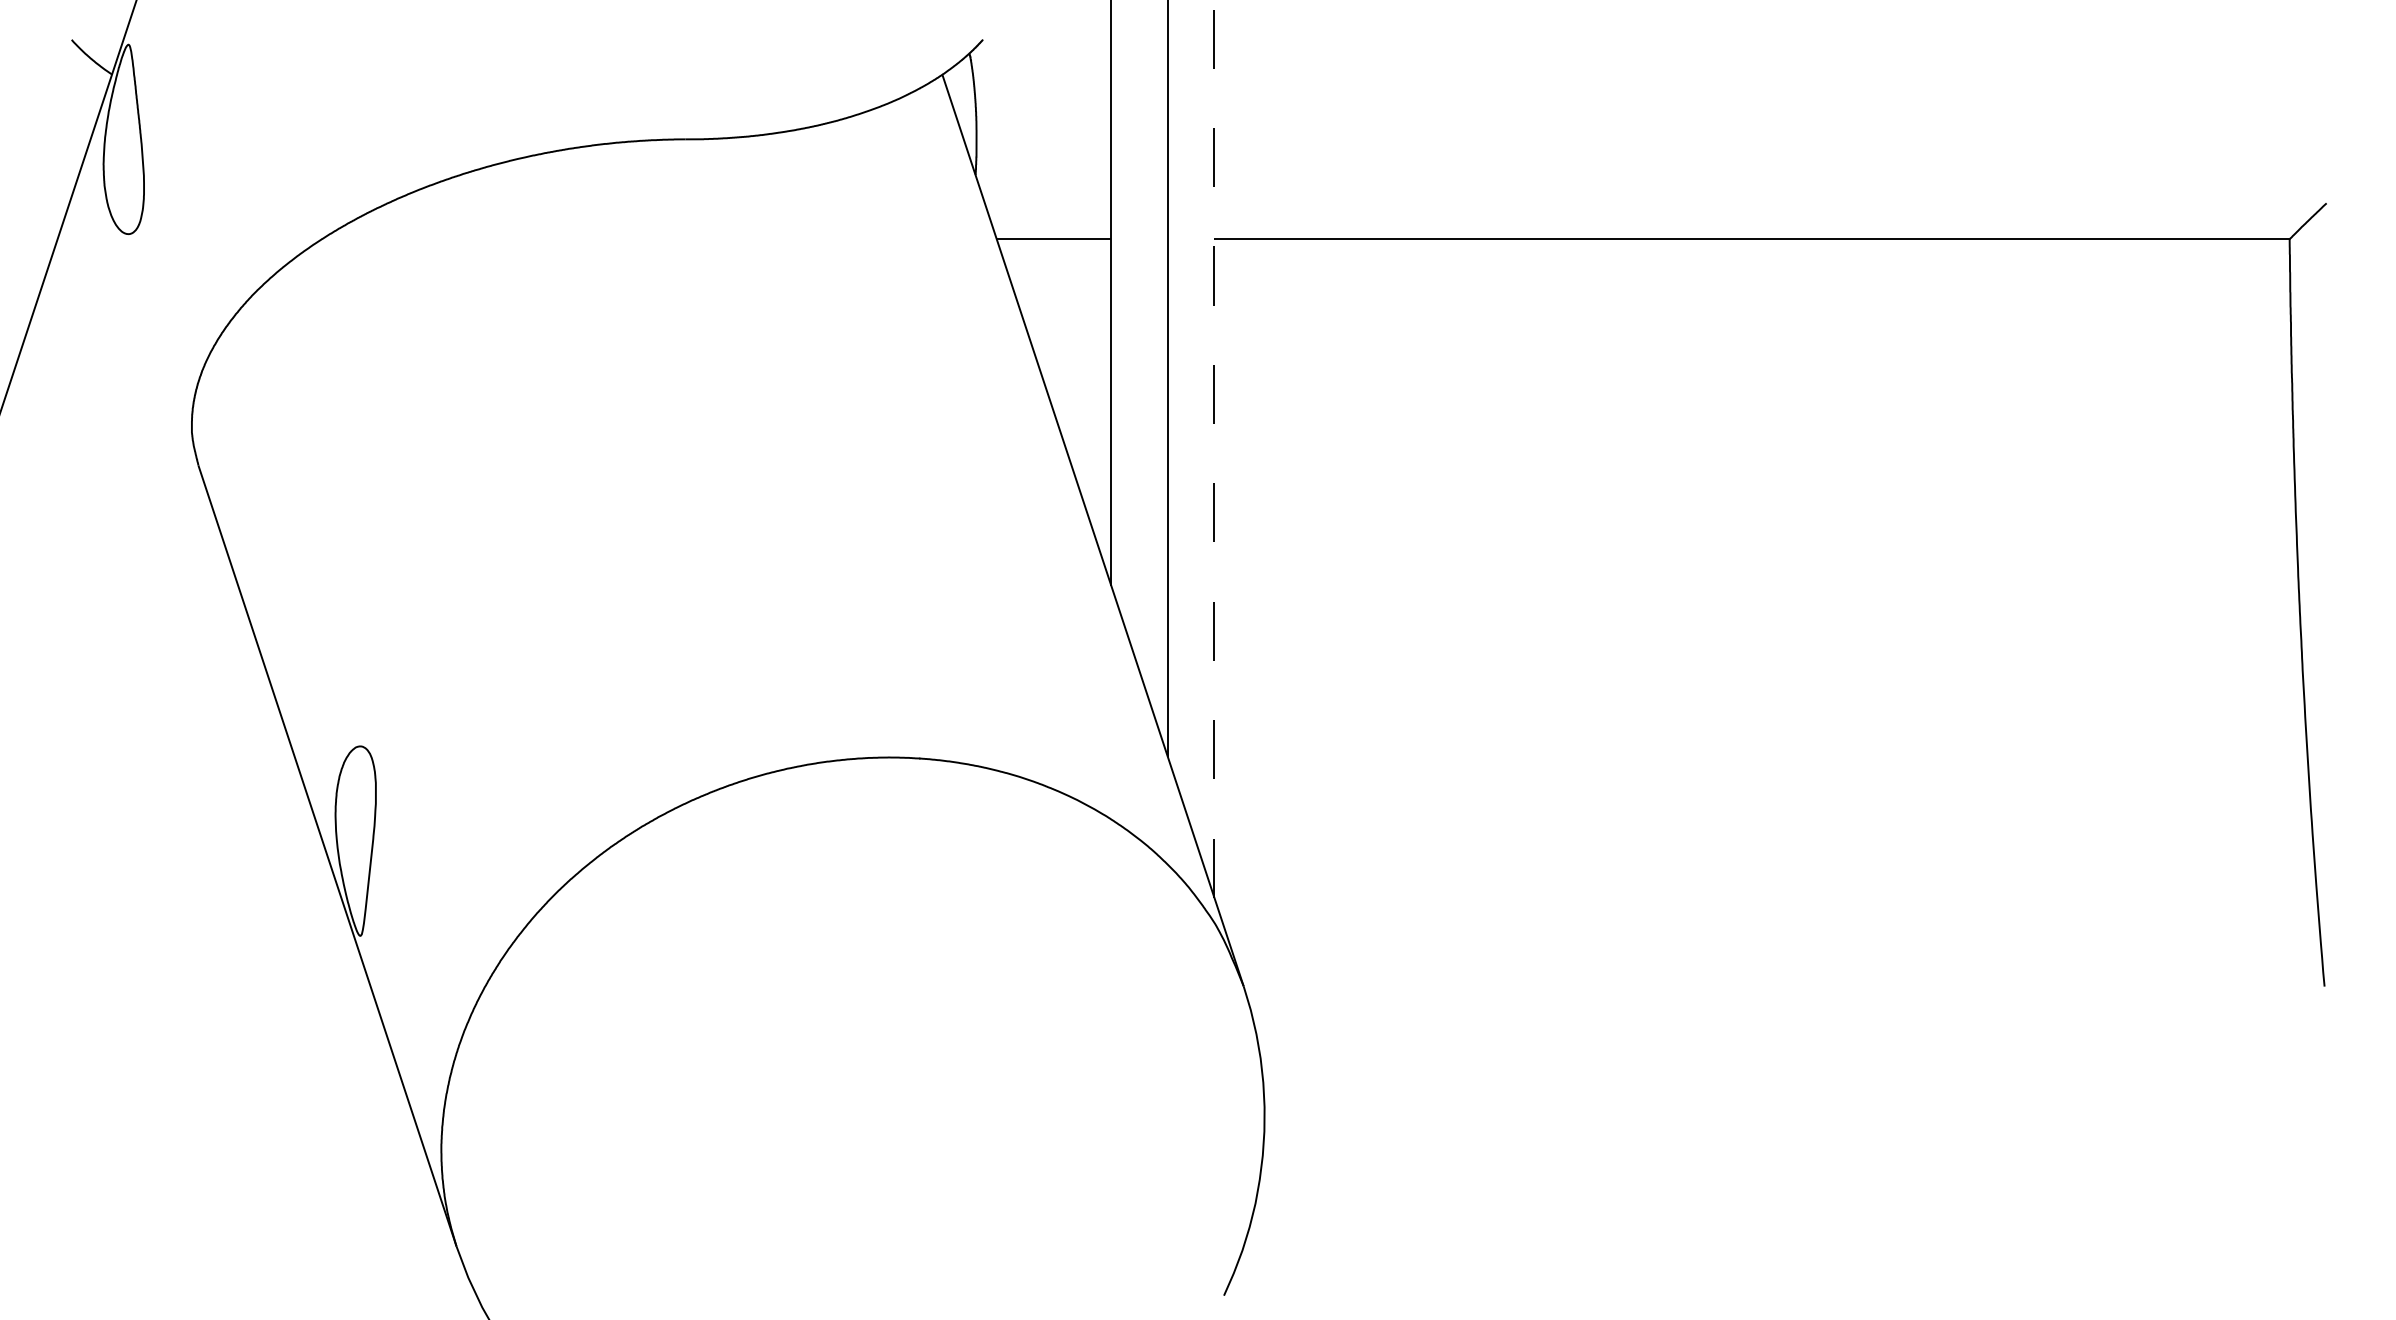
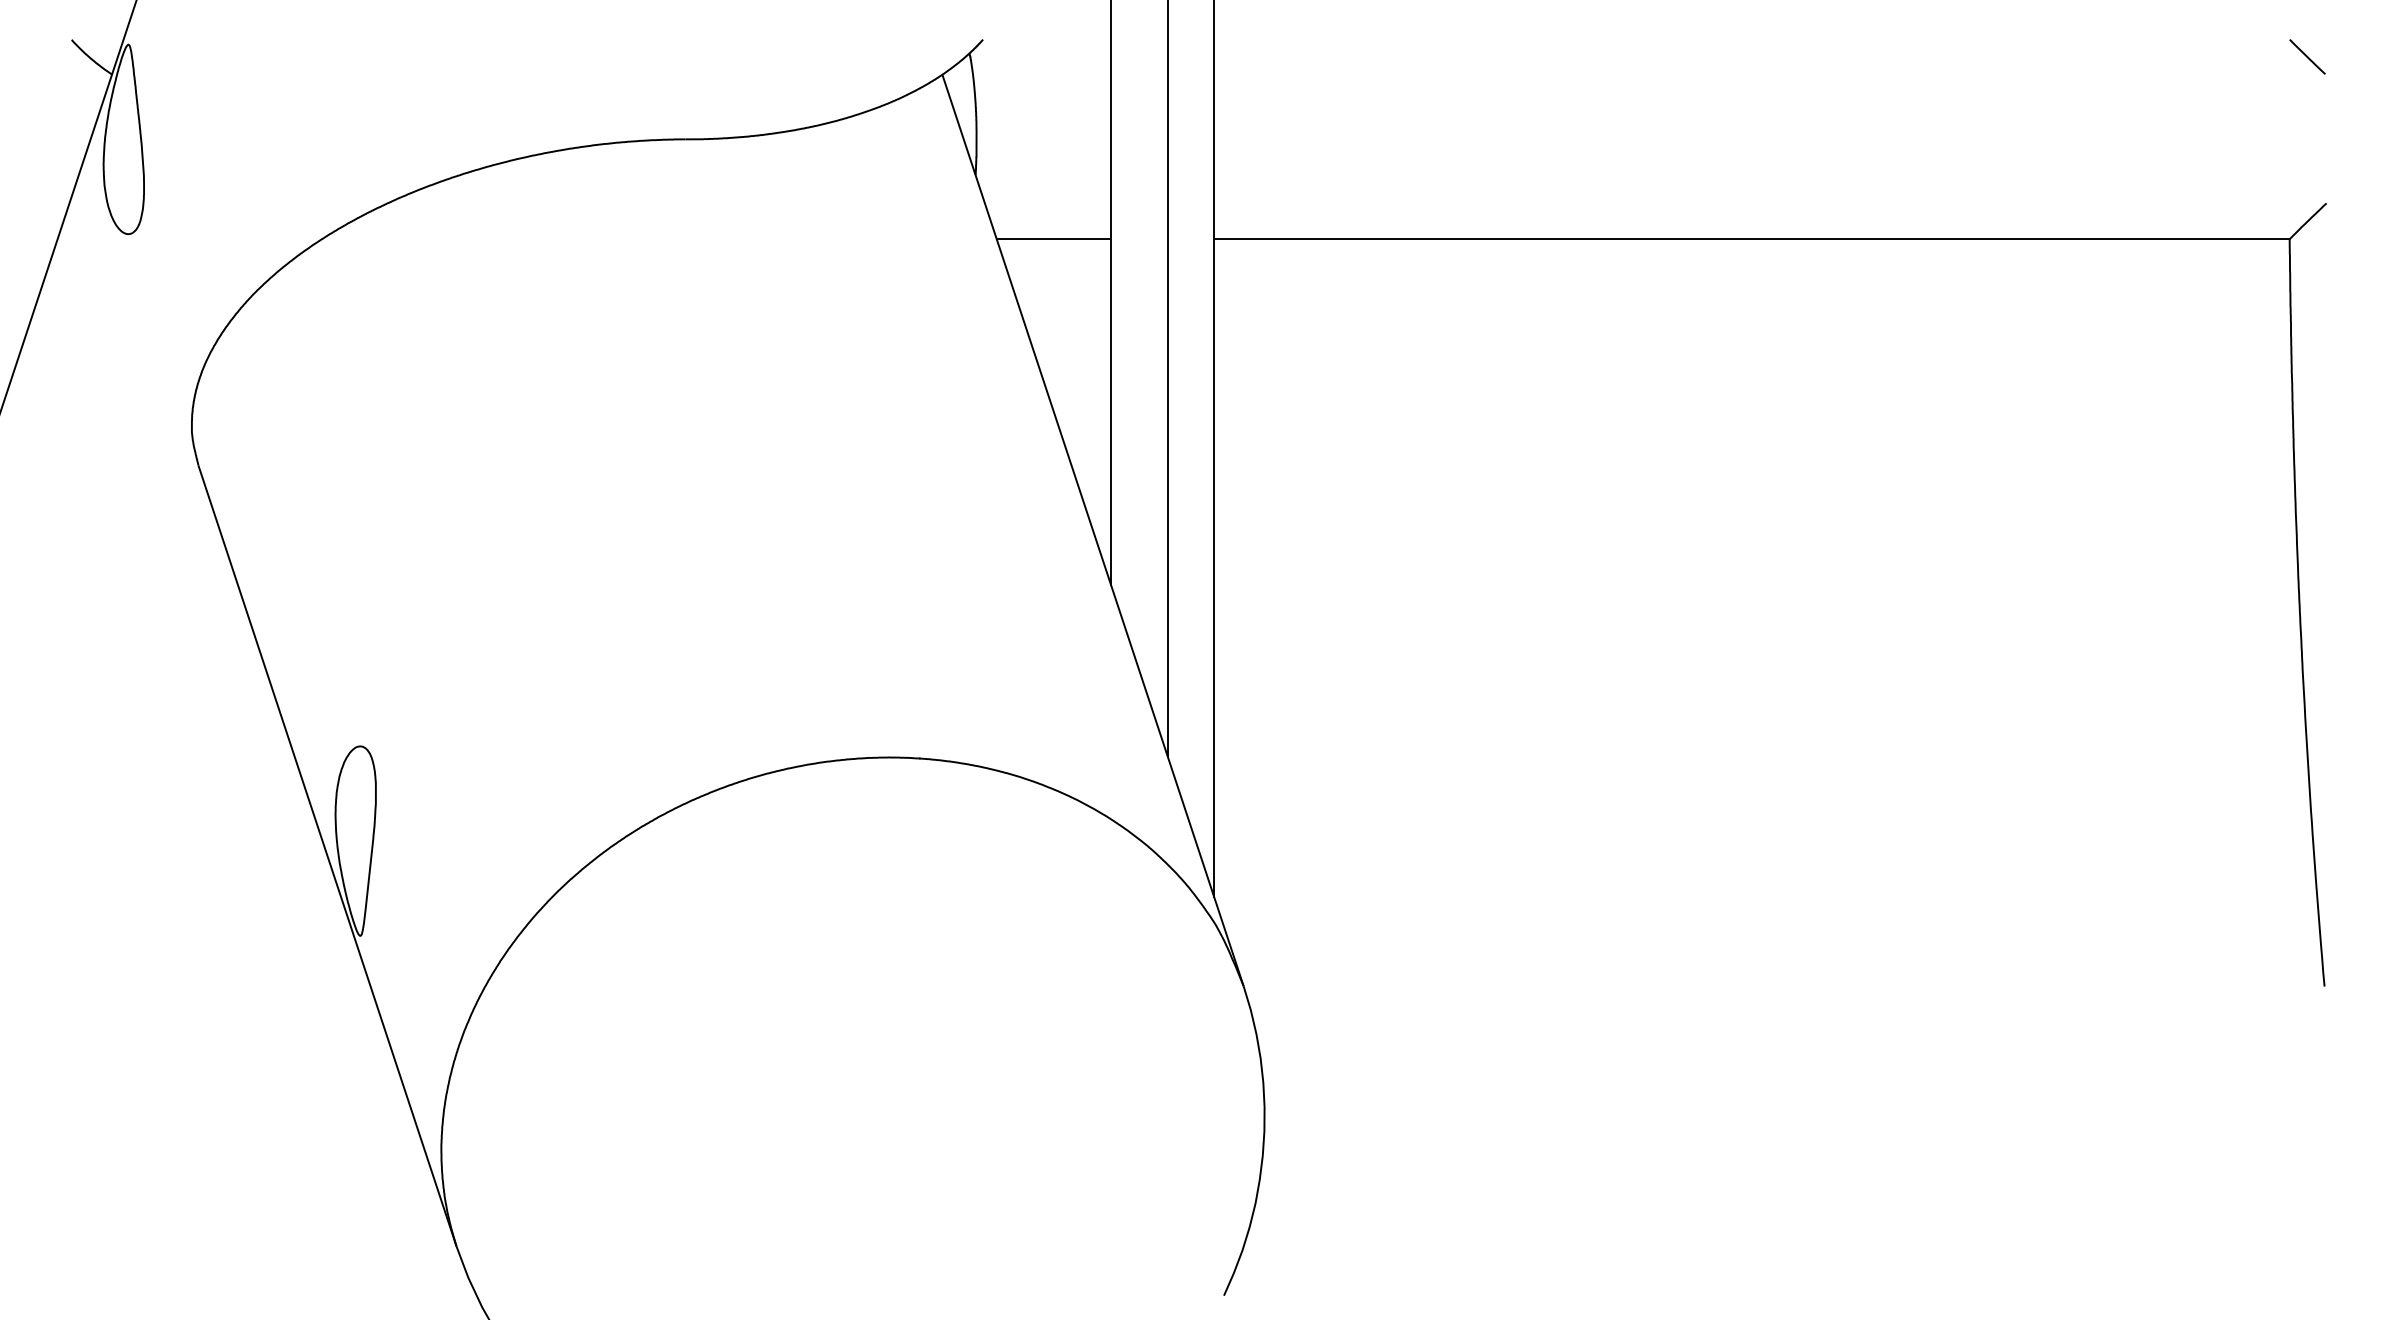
line at (2307, 56): none -> present
line at (1214, 448): dashed -> solid
